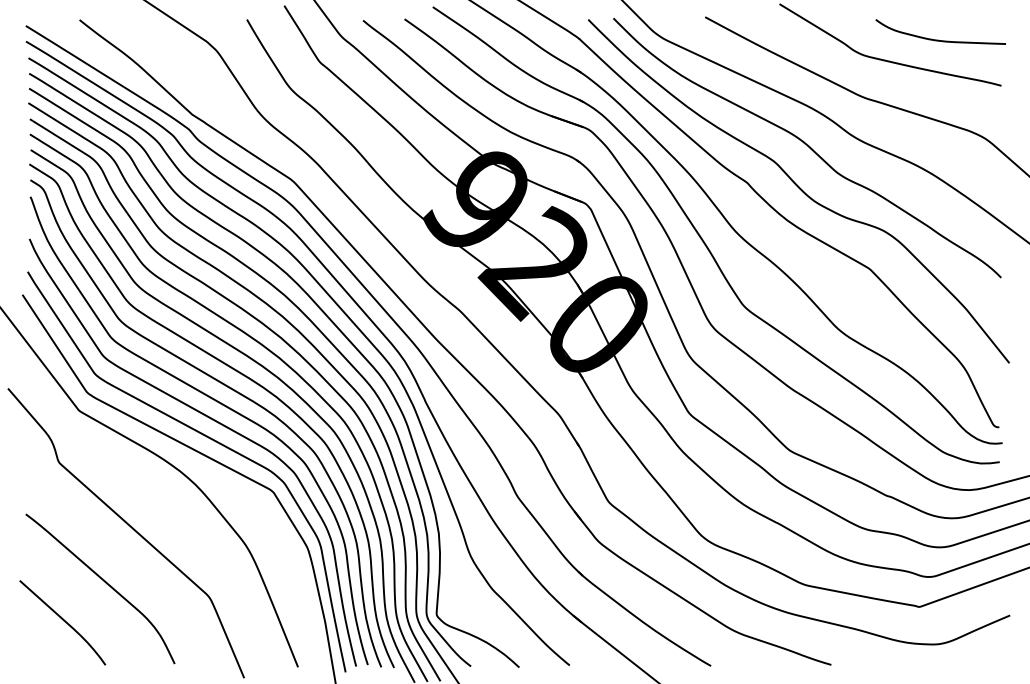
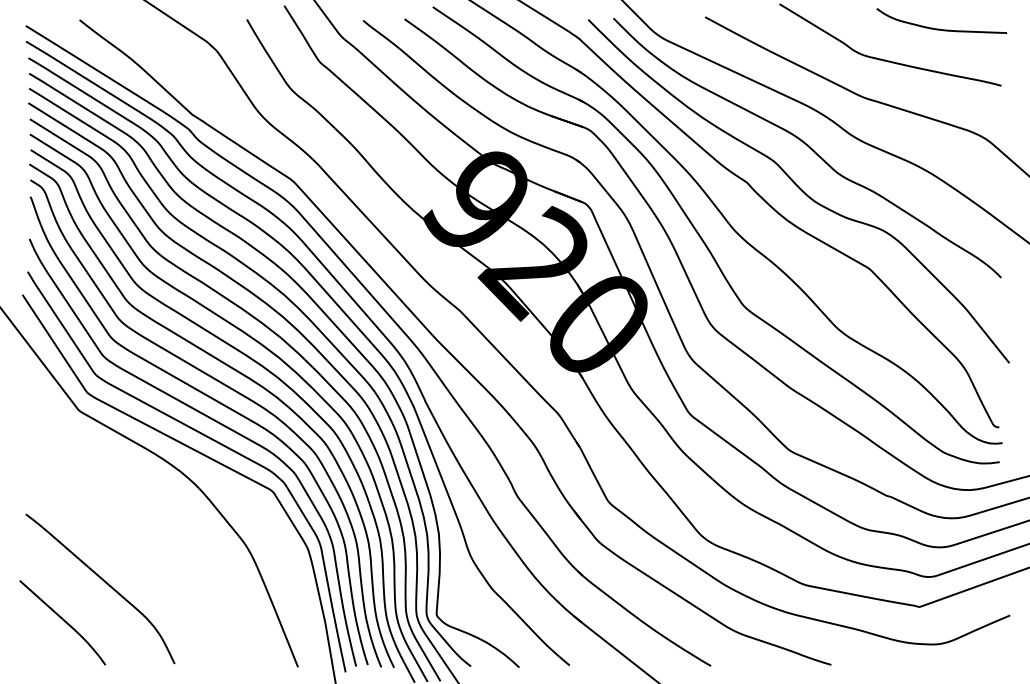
curve at (938, 39) position: (938, 39) -> (939, 28)
curve at (130, 527): present -> none
